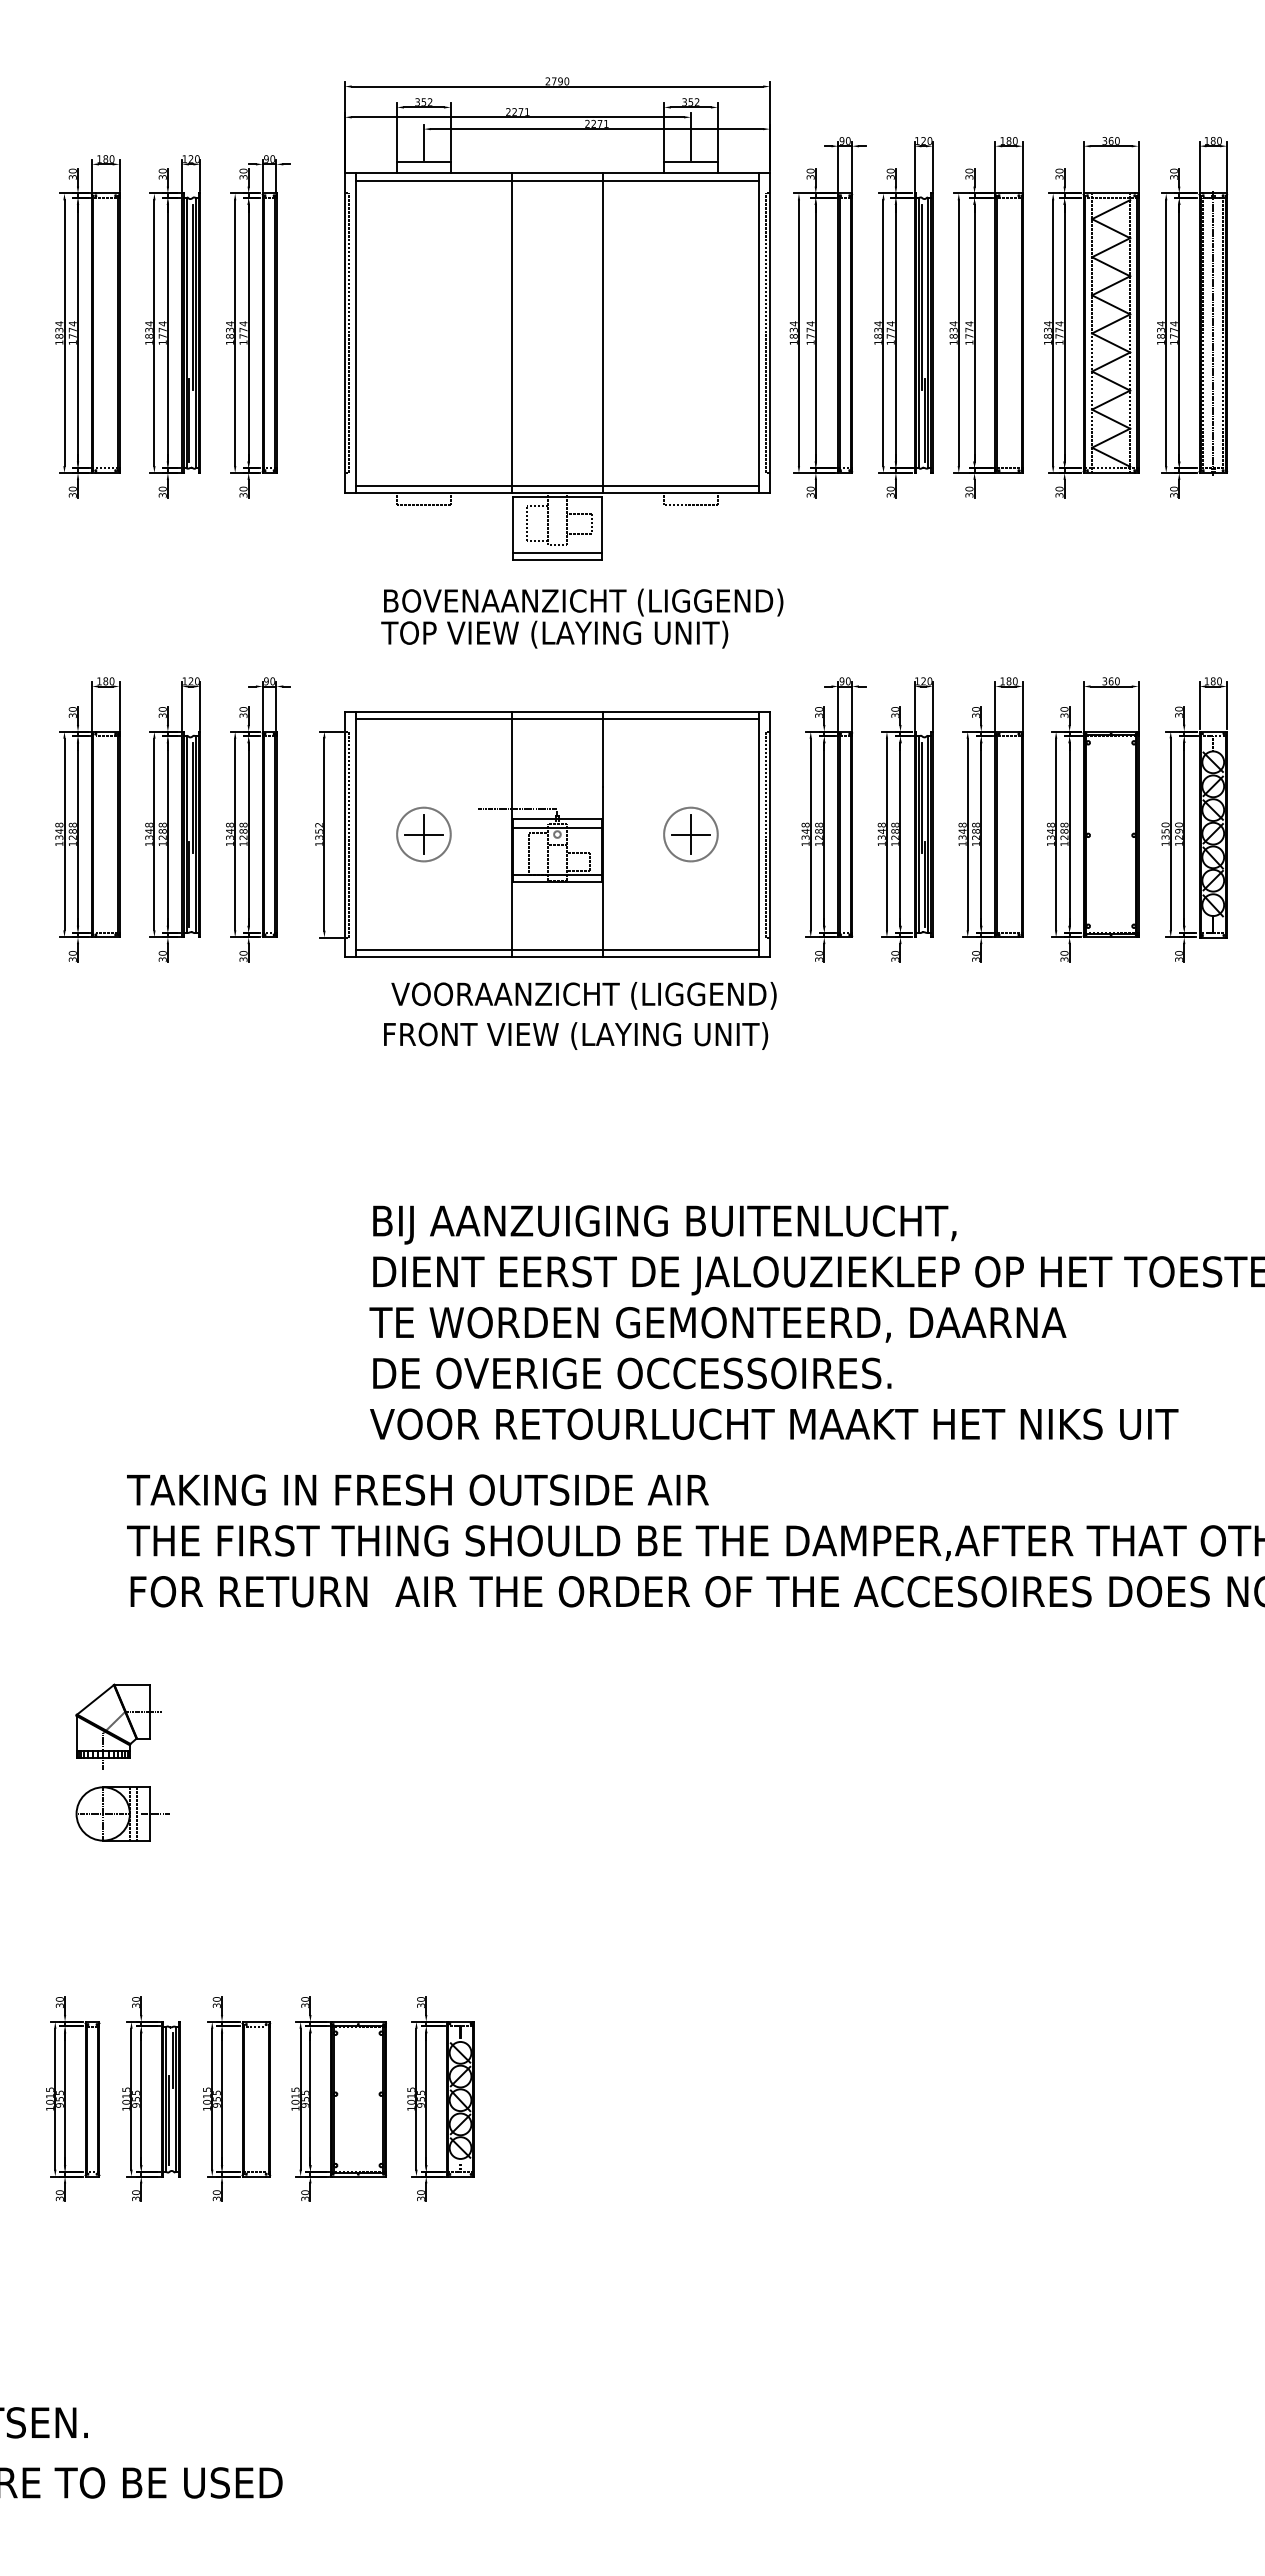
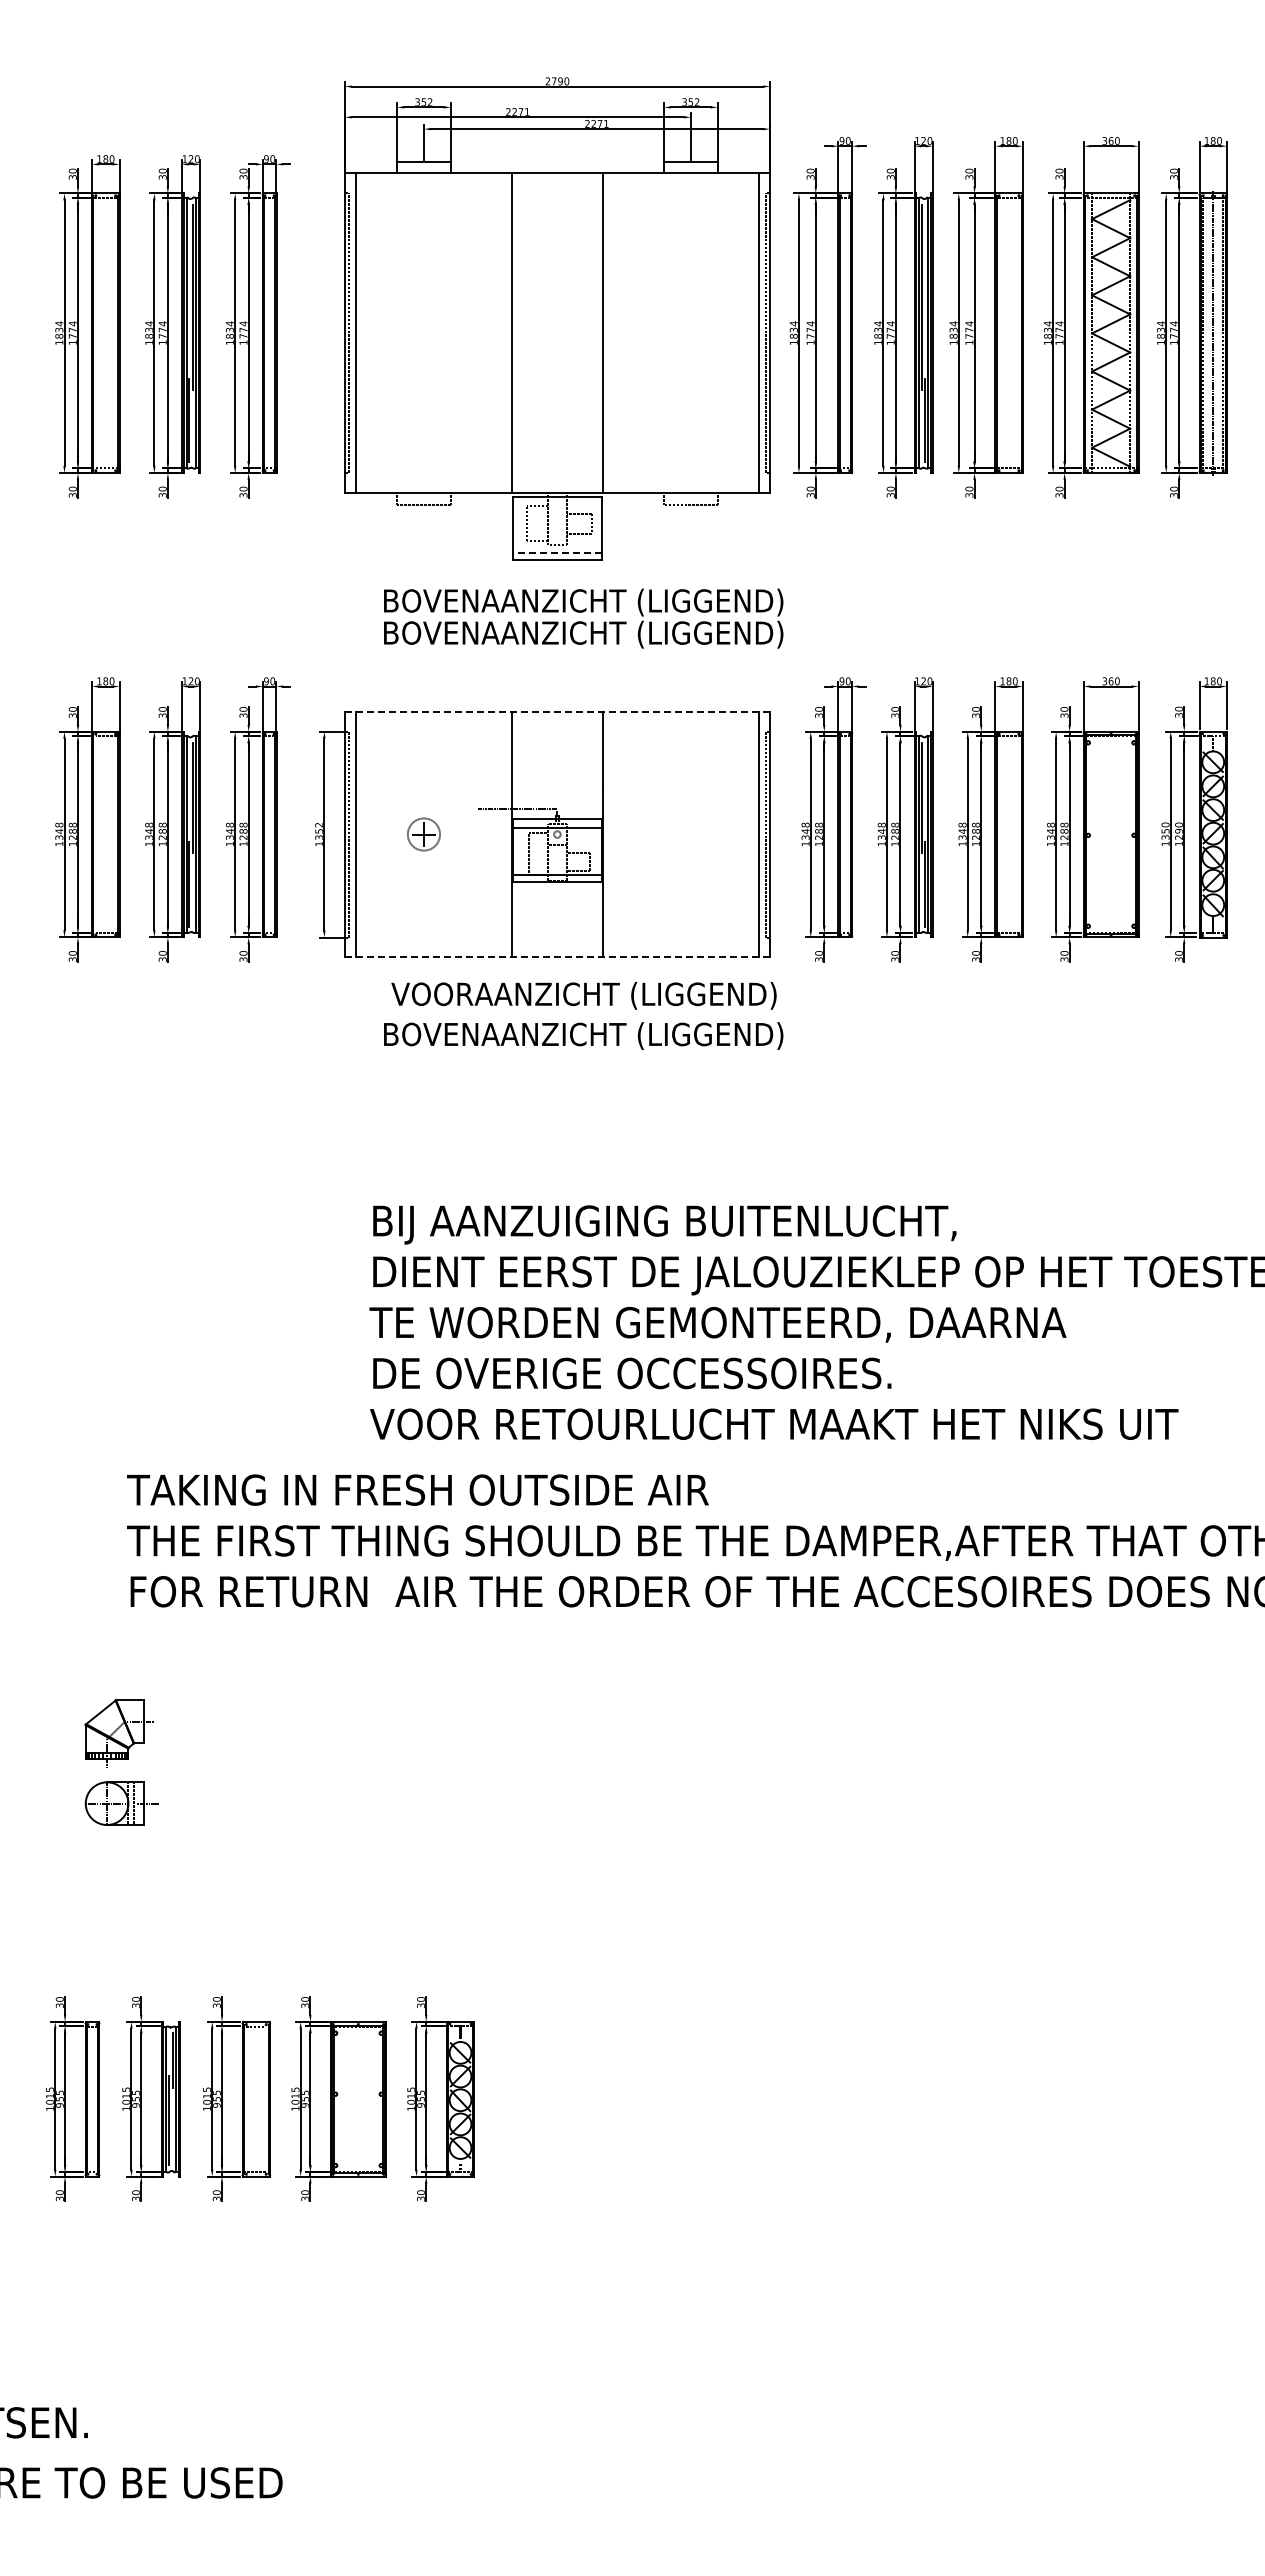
line at (557, 180): present -> none
line at (557, 485): present -> none
line at (556, 552): solid -> dashed
text at (582, 634): TOP VIEW (LAYING UNIT) -> BOVENAANZICHT (LIGGEND)
line at (557, 711): solid -> dashed
line at (557, 719): present -> none
part at (423, 834) size: 56x57 px -> 34x35 px
part at (690, 834): present -> none
line at (557, 949): present -> none
line at (557, 957): solid -> dashed
text at (584, 1035): FRONT VIEW (LAYING UNIT) -> BOVENAANZICHT (LIGGEND)
part at (122, 1762) size: 95x159 px -> 75x127 px
